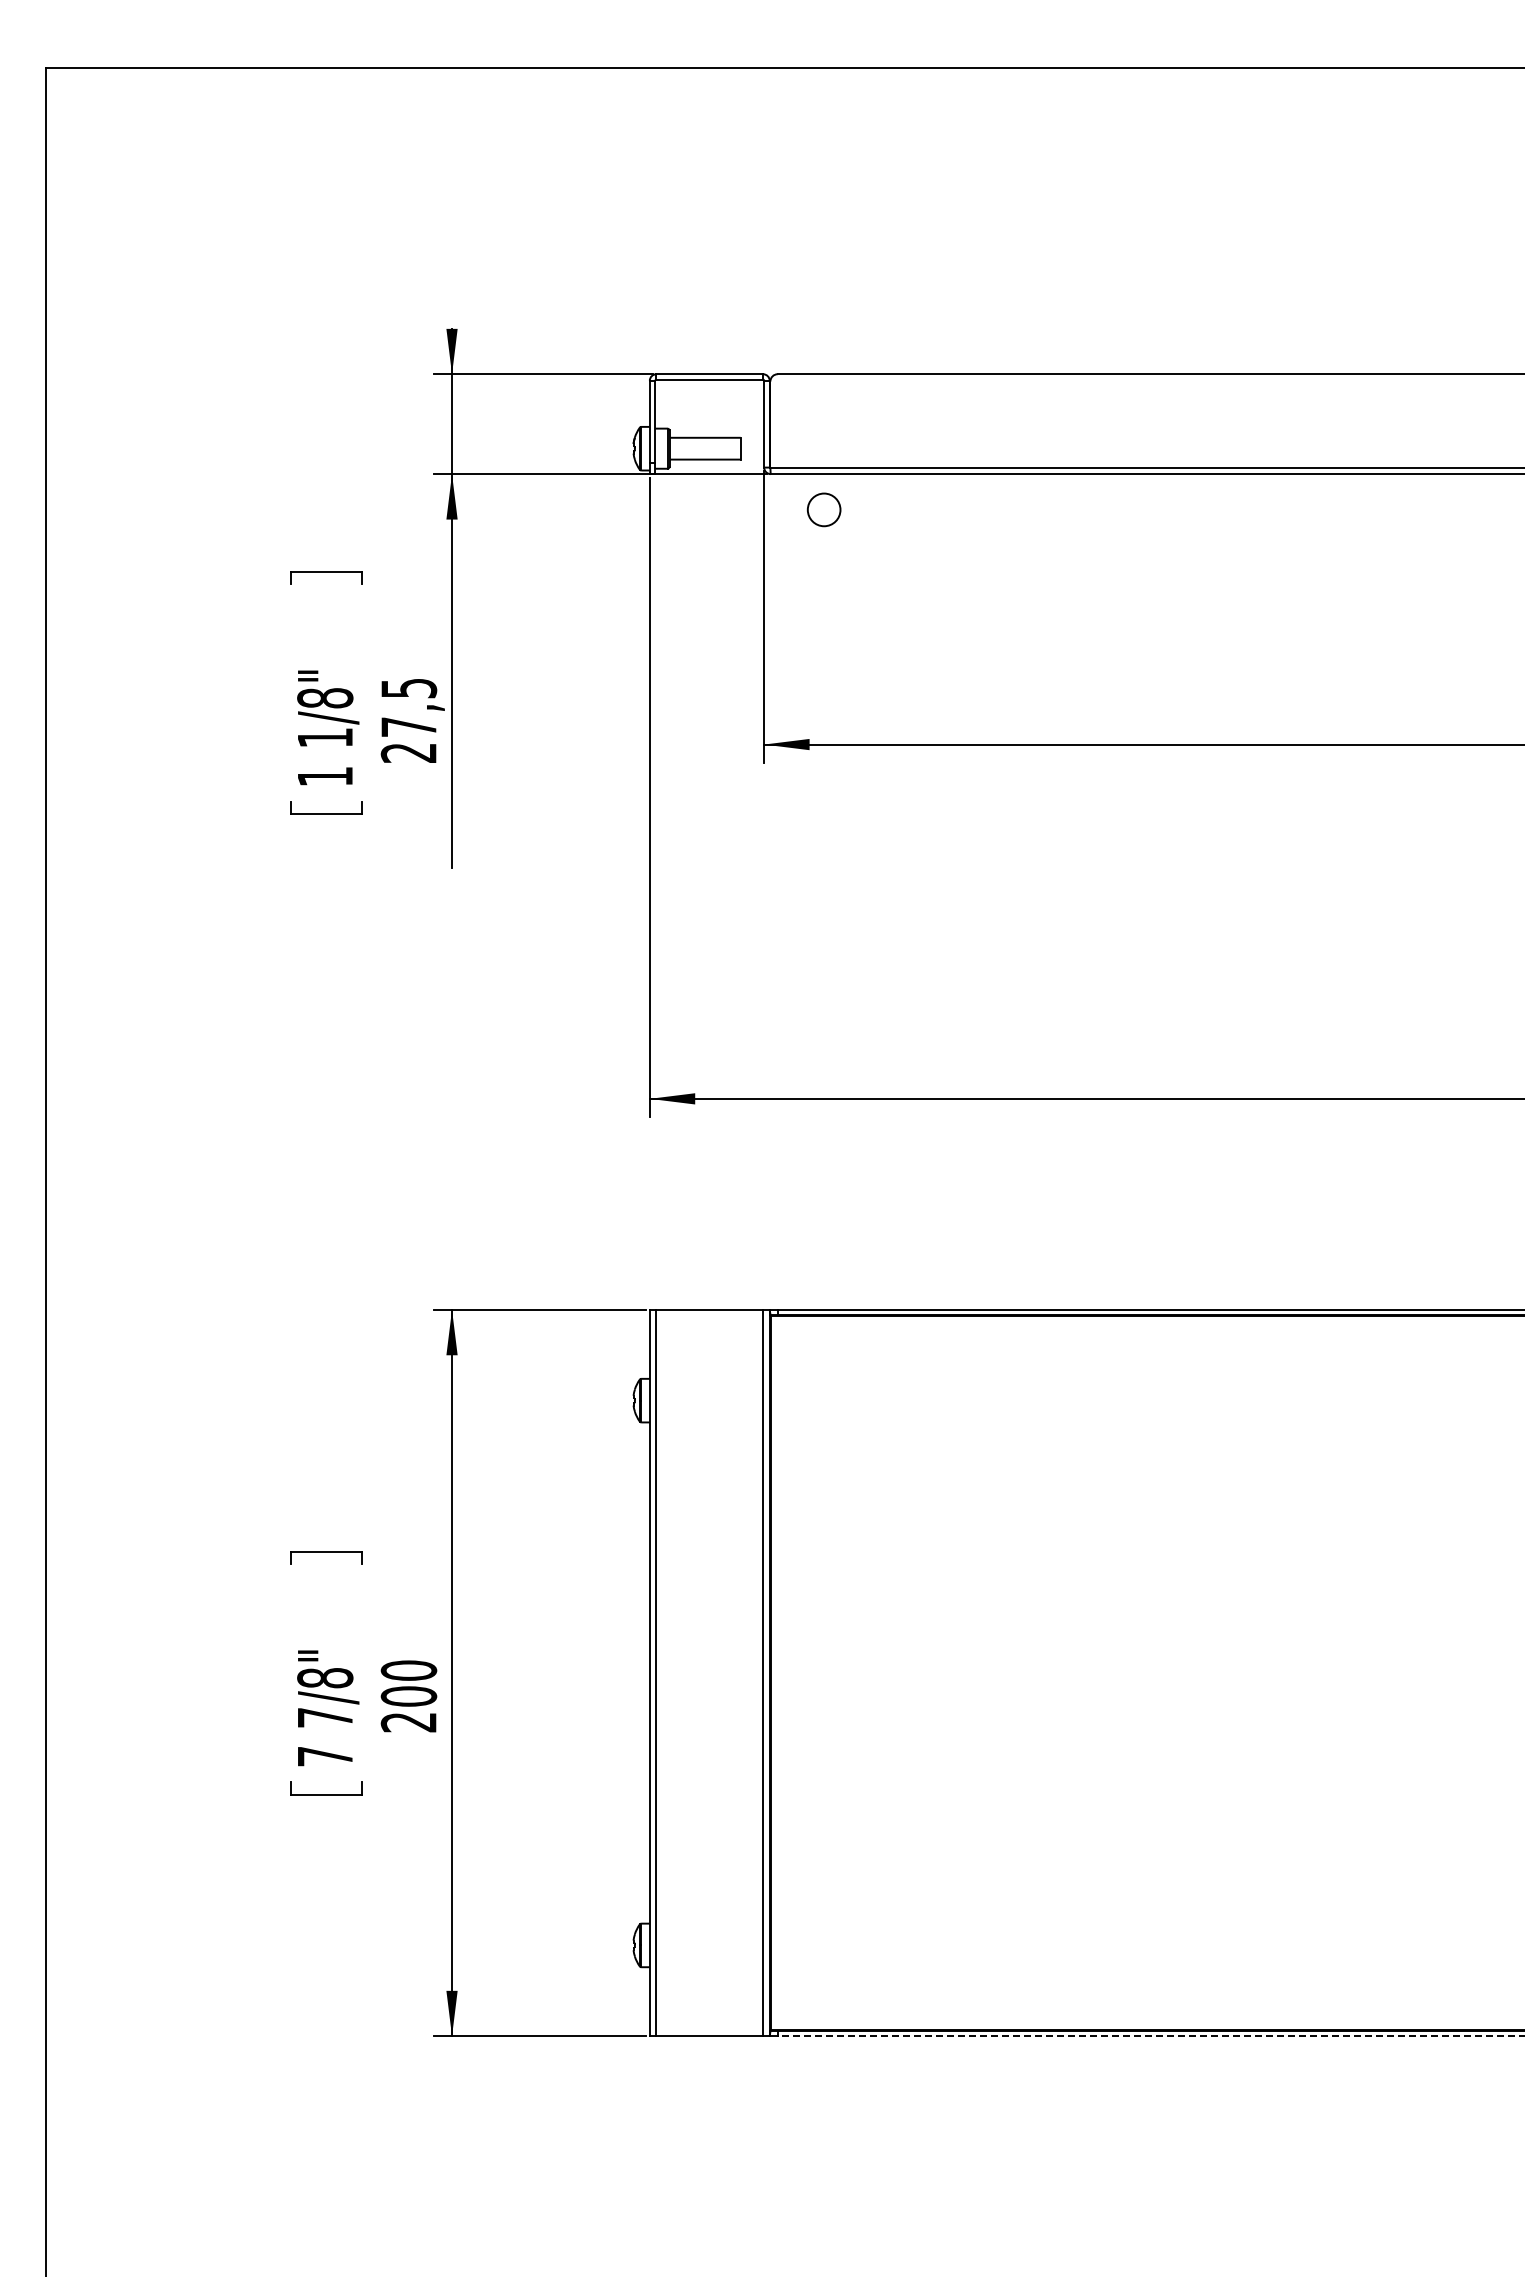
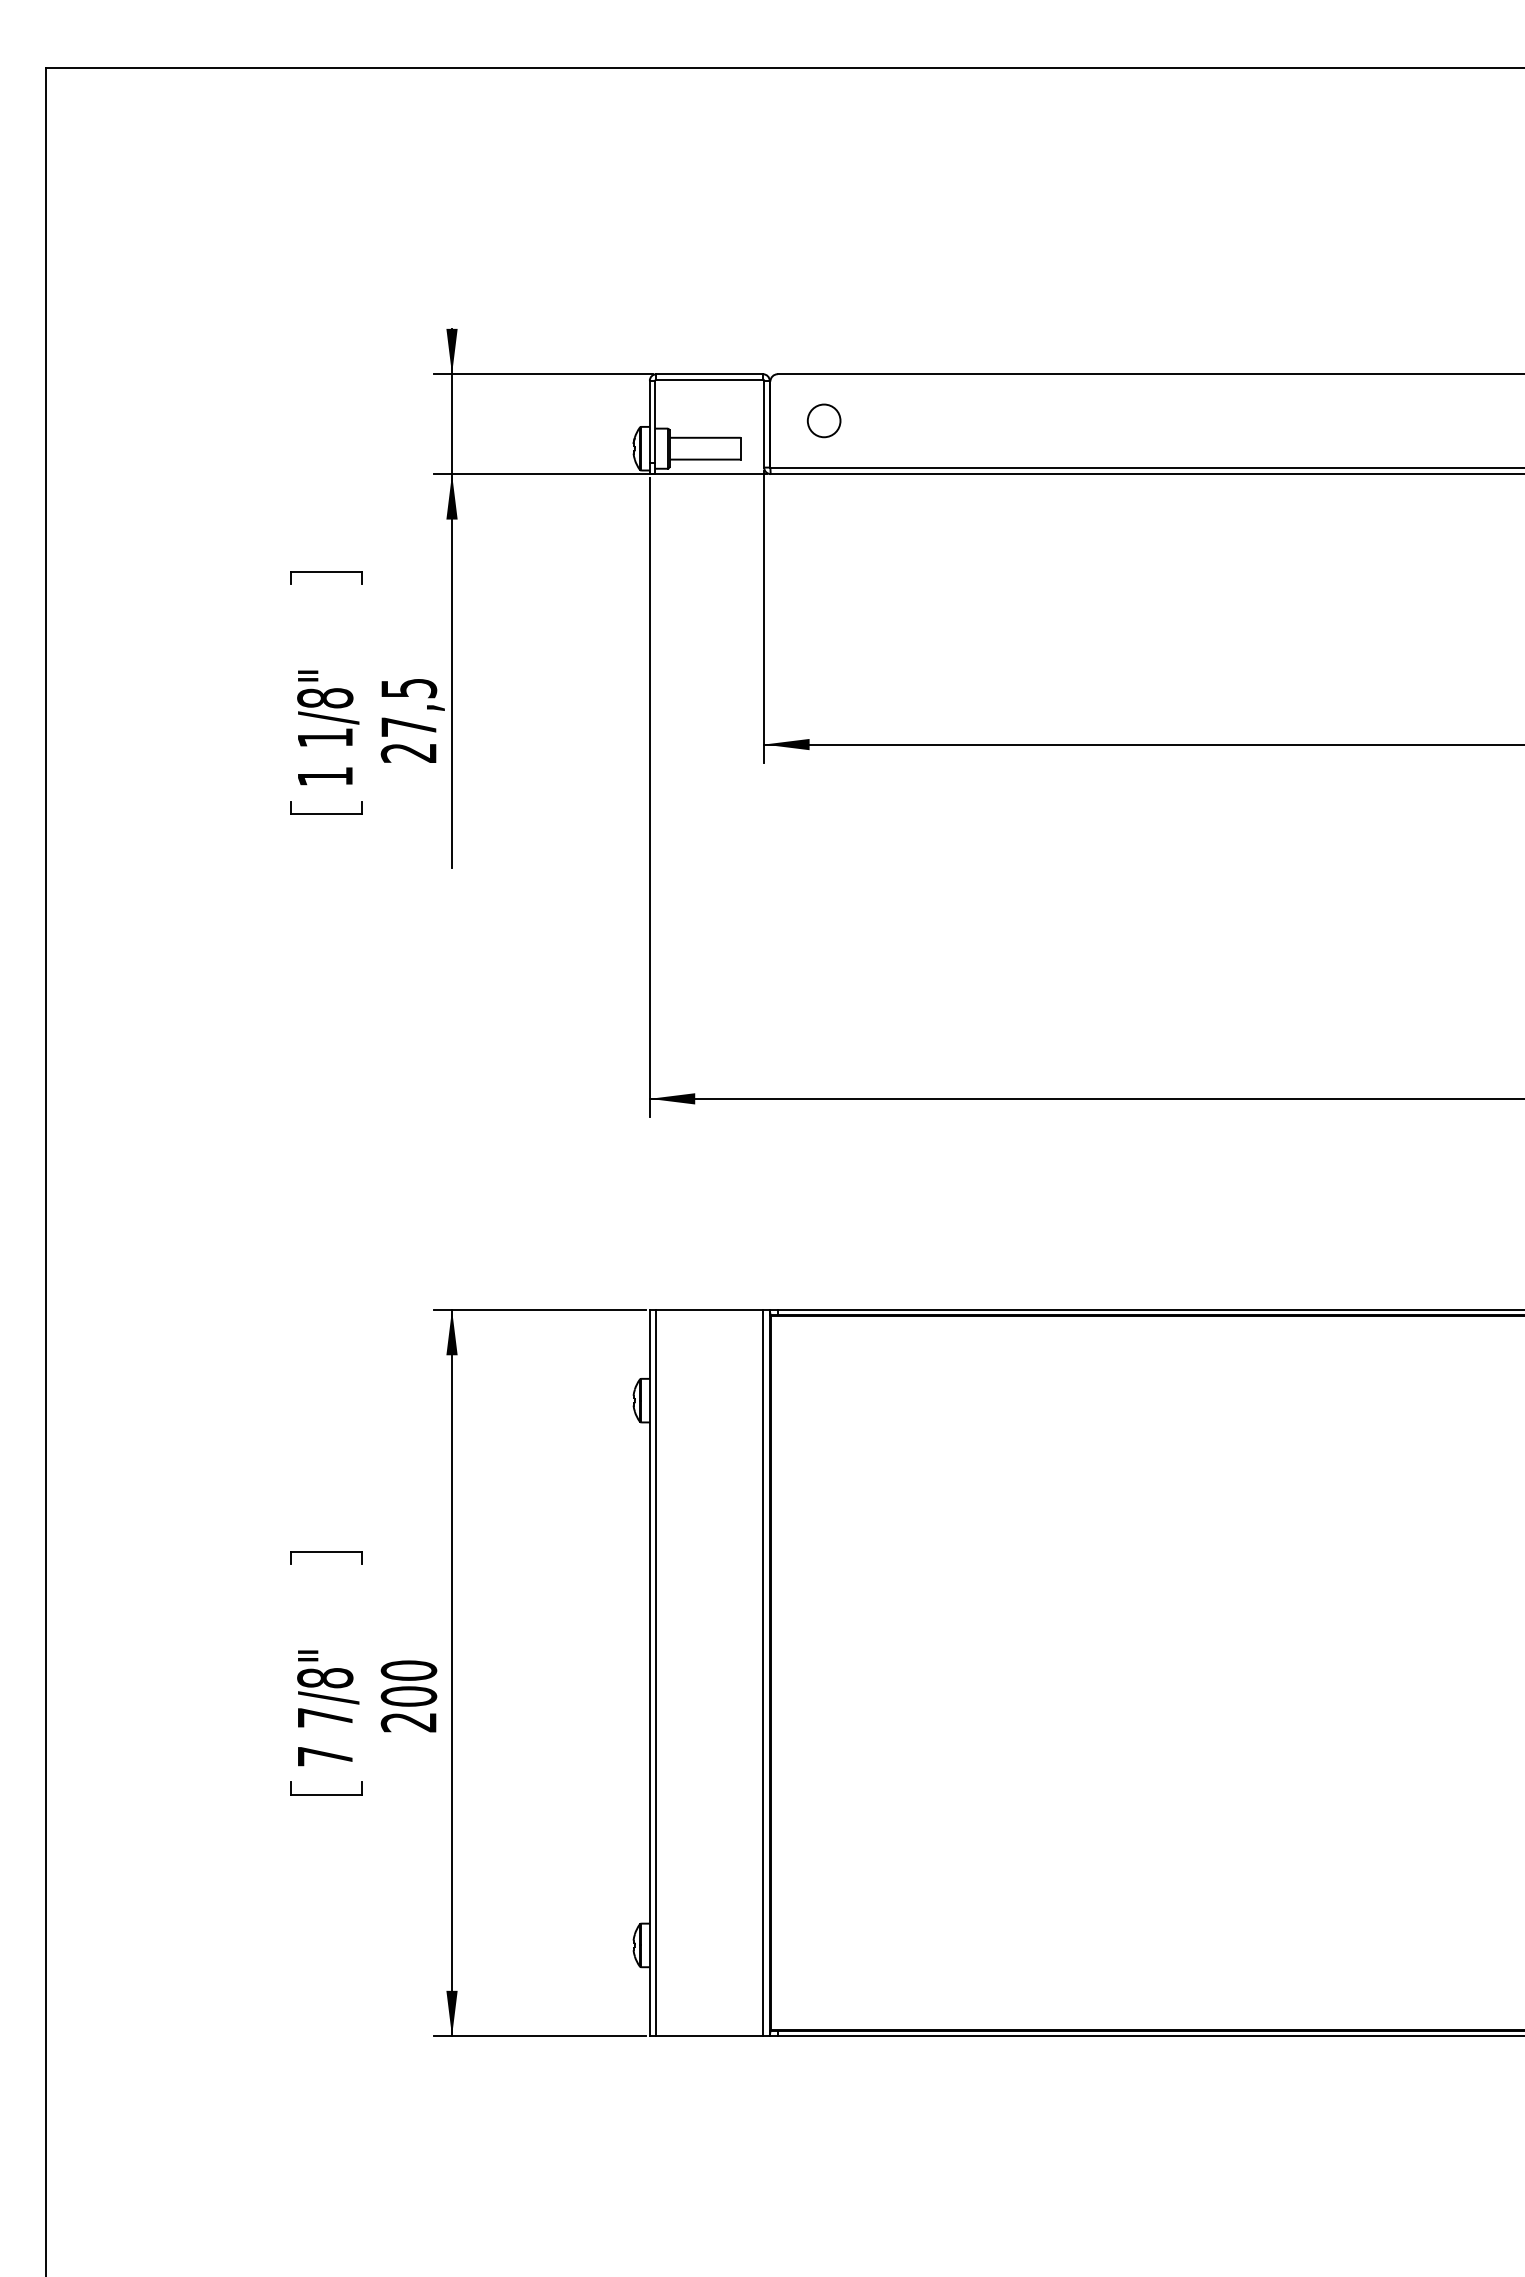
circle at (823, 509) position: (823, 509) -> (823, 420)
line at (1150, 2036): dashed -> solid
